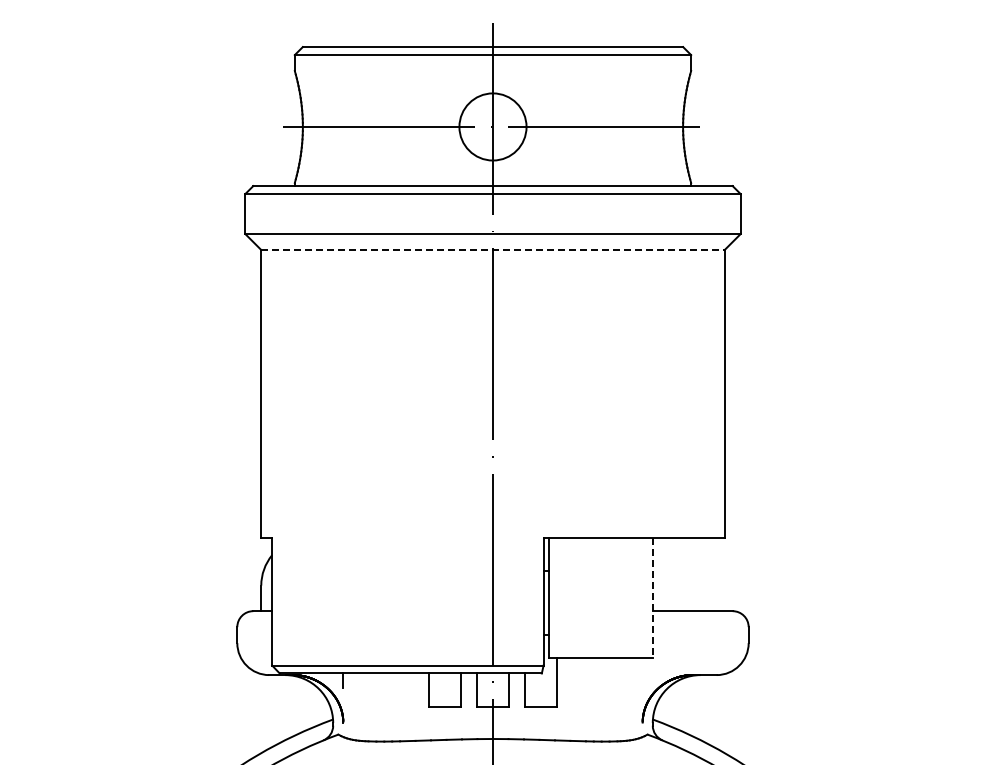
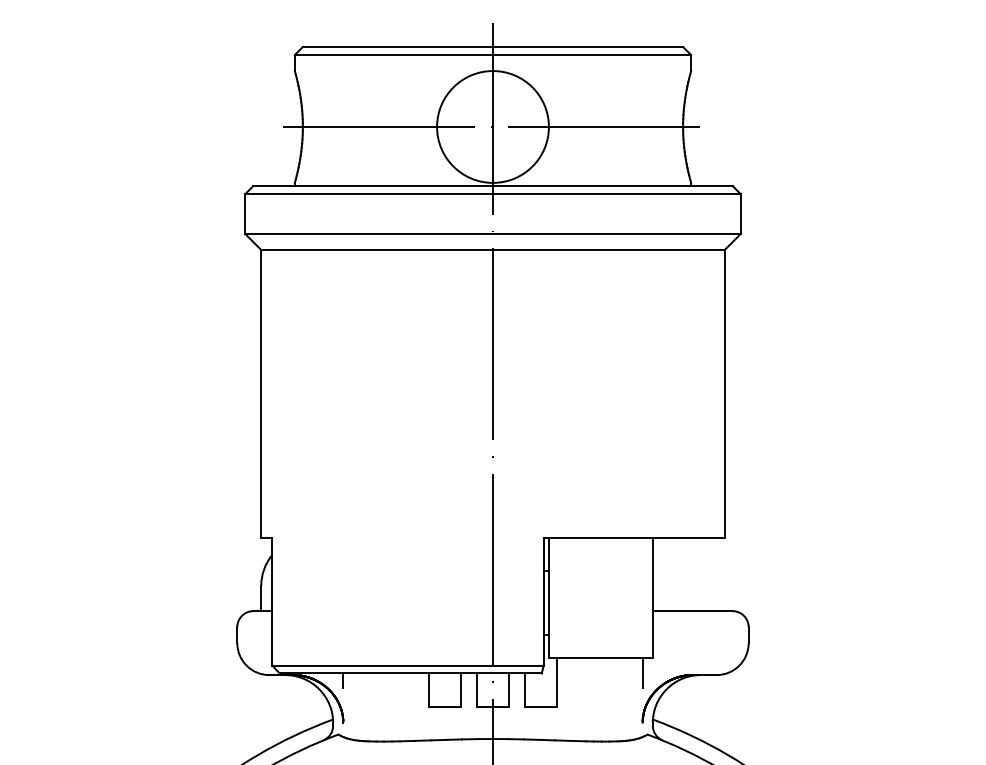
circle at (492, 126) diameter: 67 px -> 112 px
line at (493, 250): dashed -> solid
line at (652, 597): dashed -> solid
line at (642, 672): none -> present
